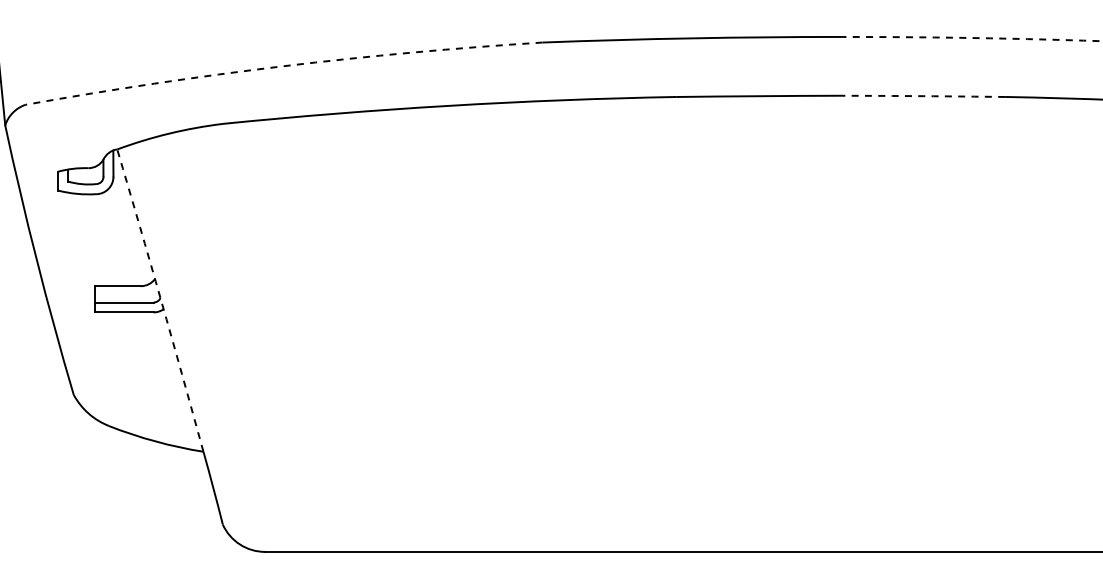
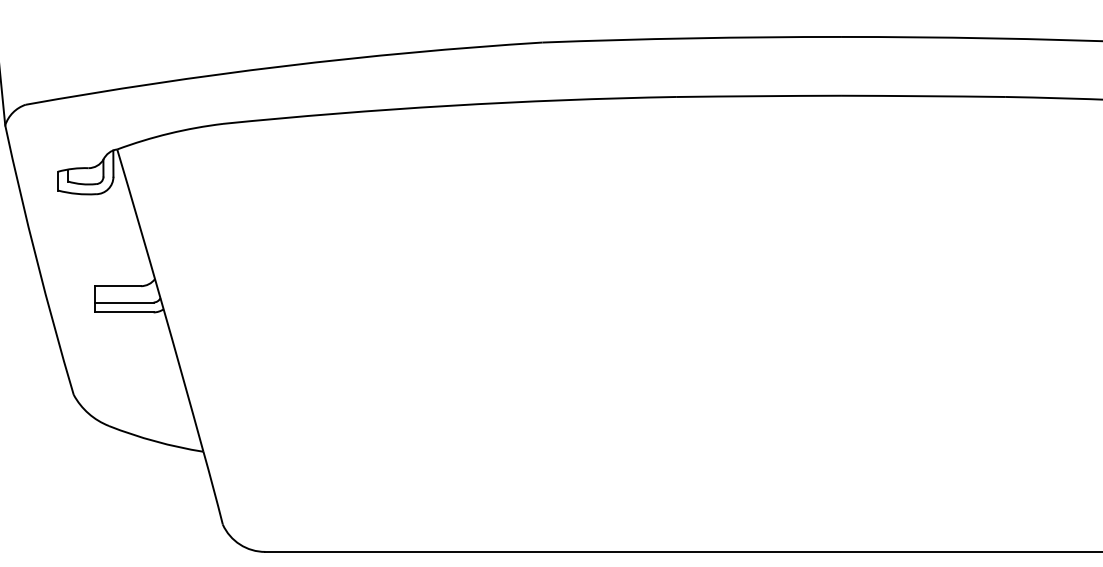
arc at (972, 38): dashed -> solid
arc at (283, 66): dashed -> solid
arc at (923, 96): dashed -> solid
arc at (161, 300): dashed -> solid
